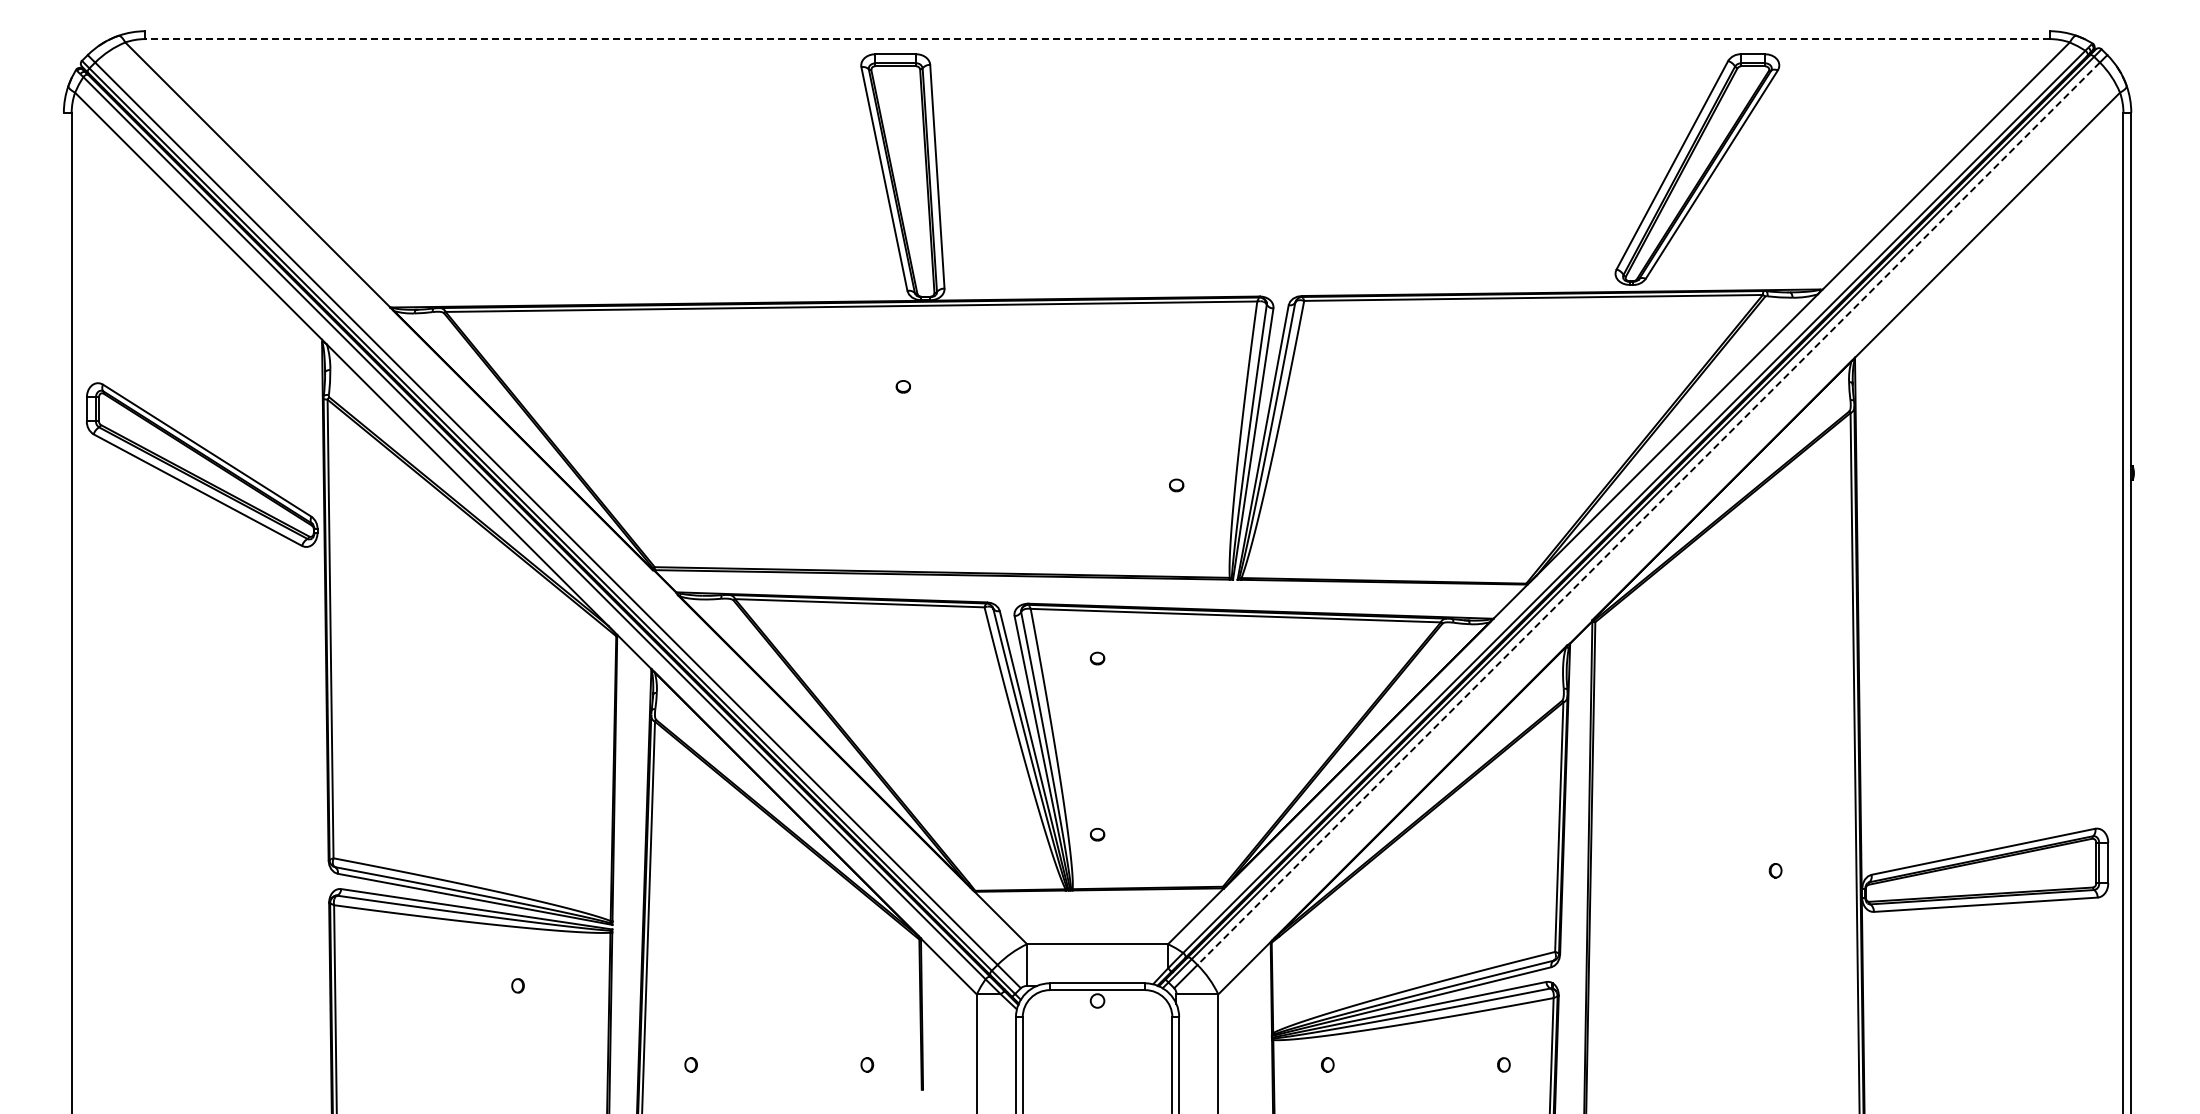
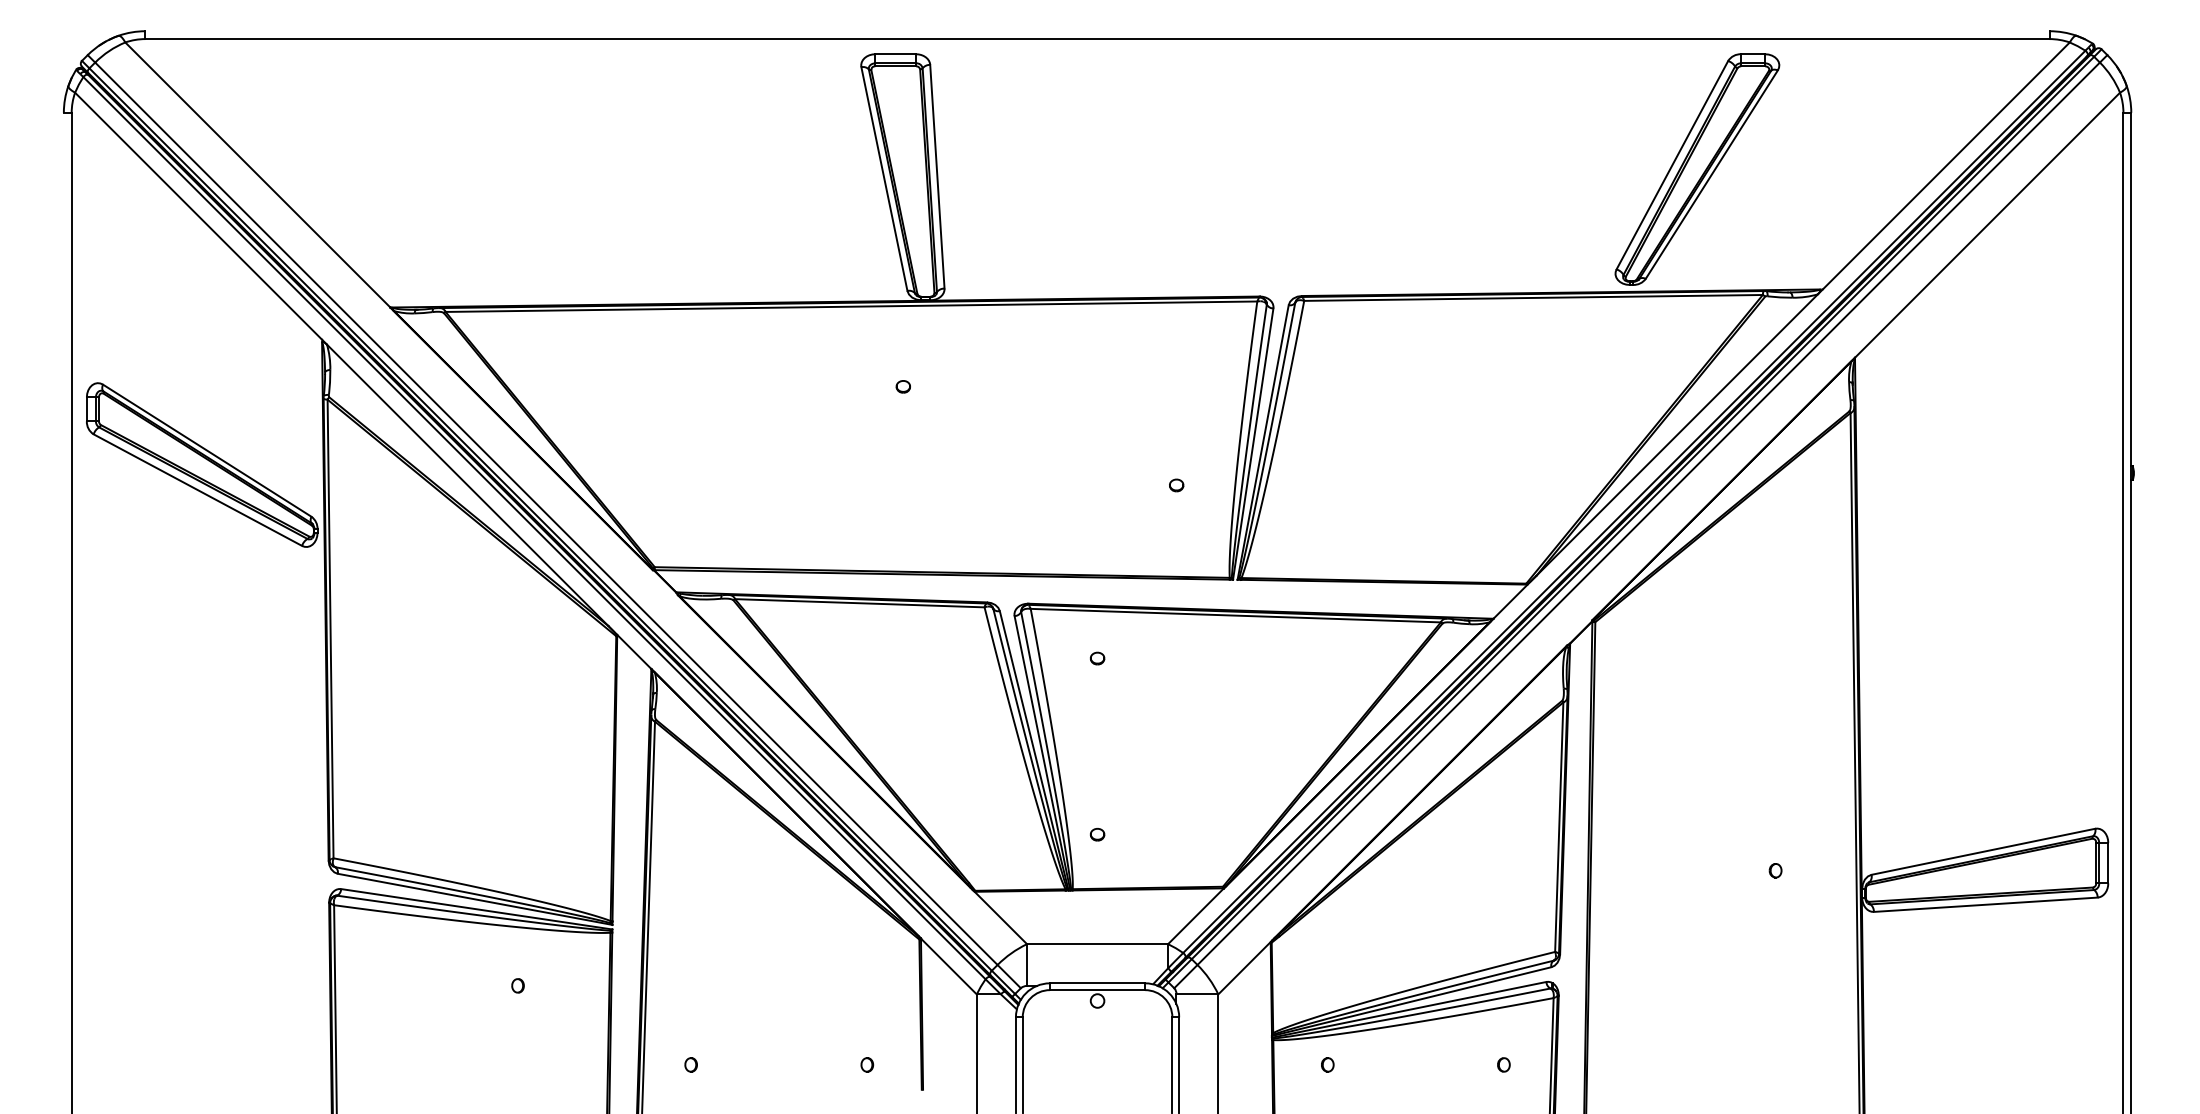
line at (1097, 39): dashed -> solid
line at (1648, 514): dashed -> solid
